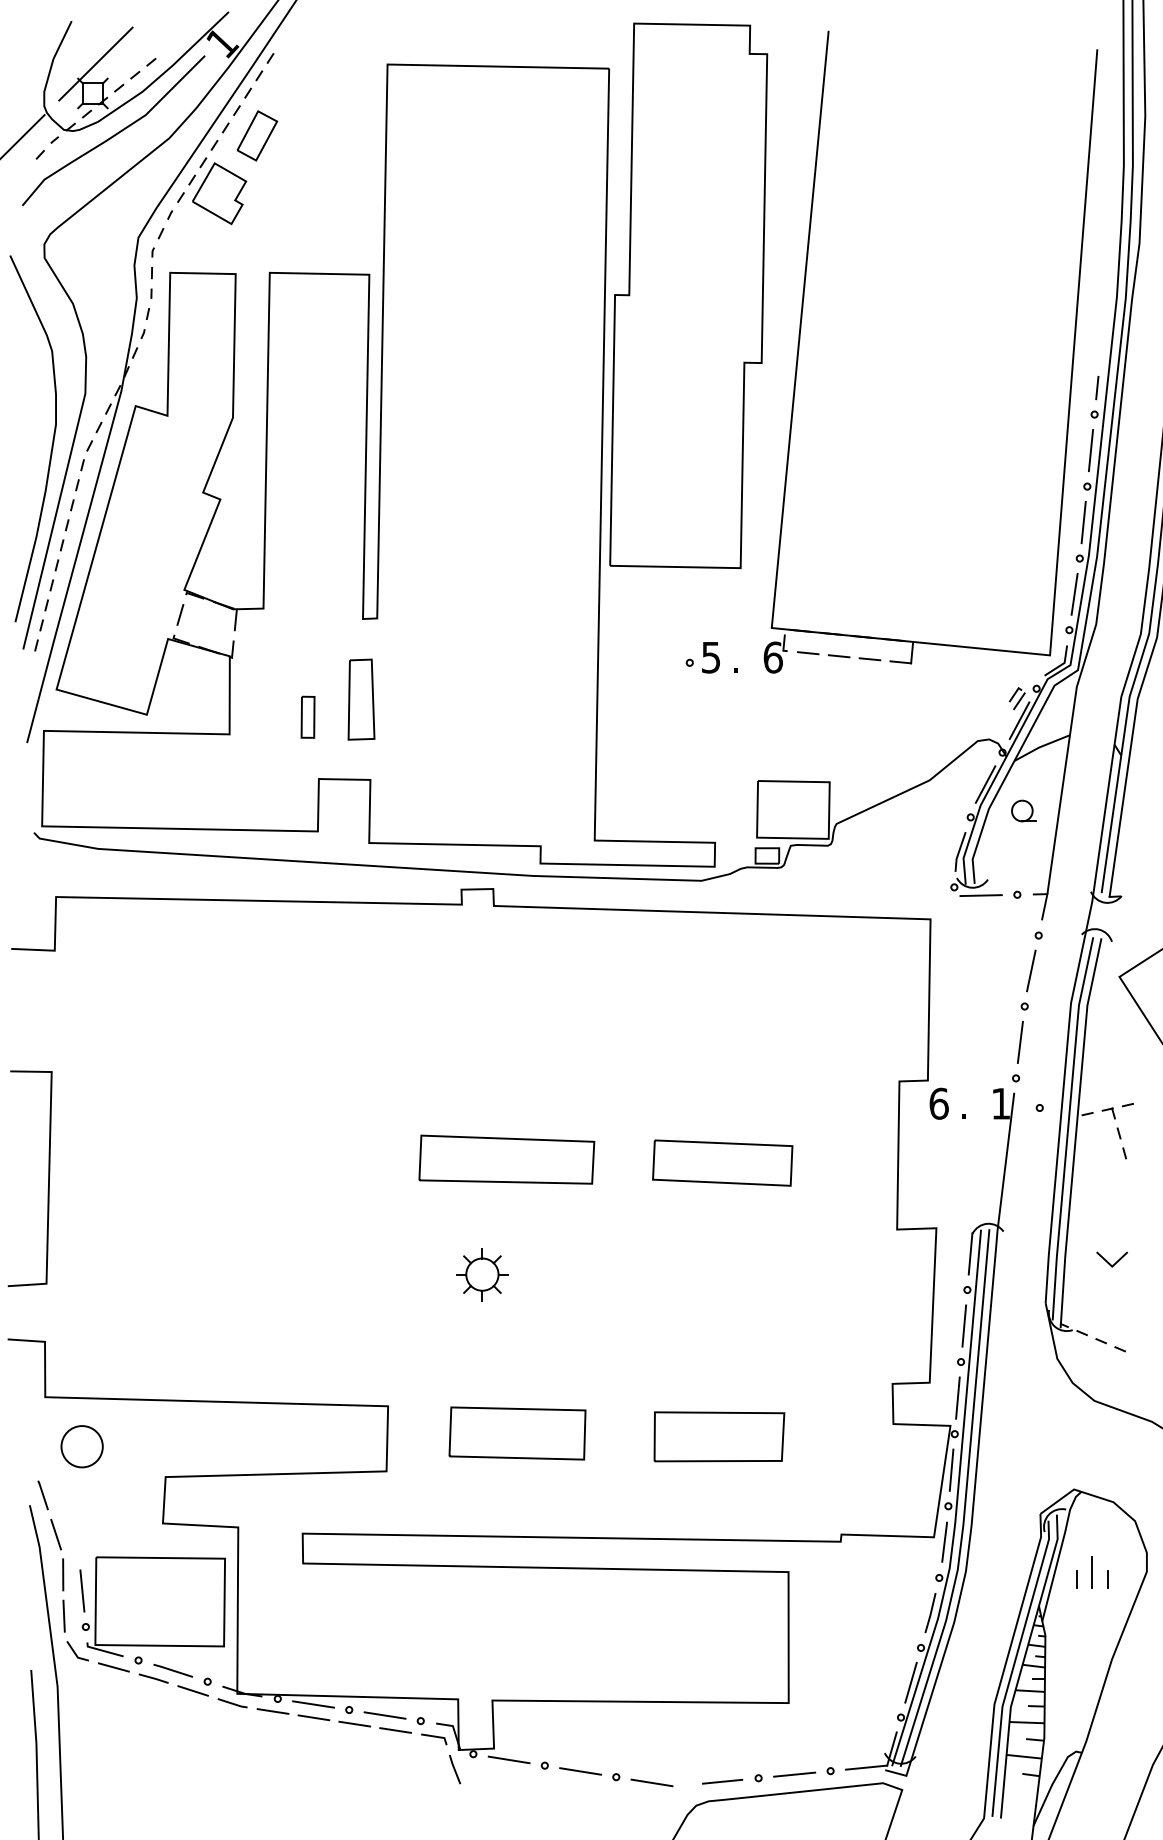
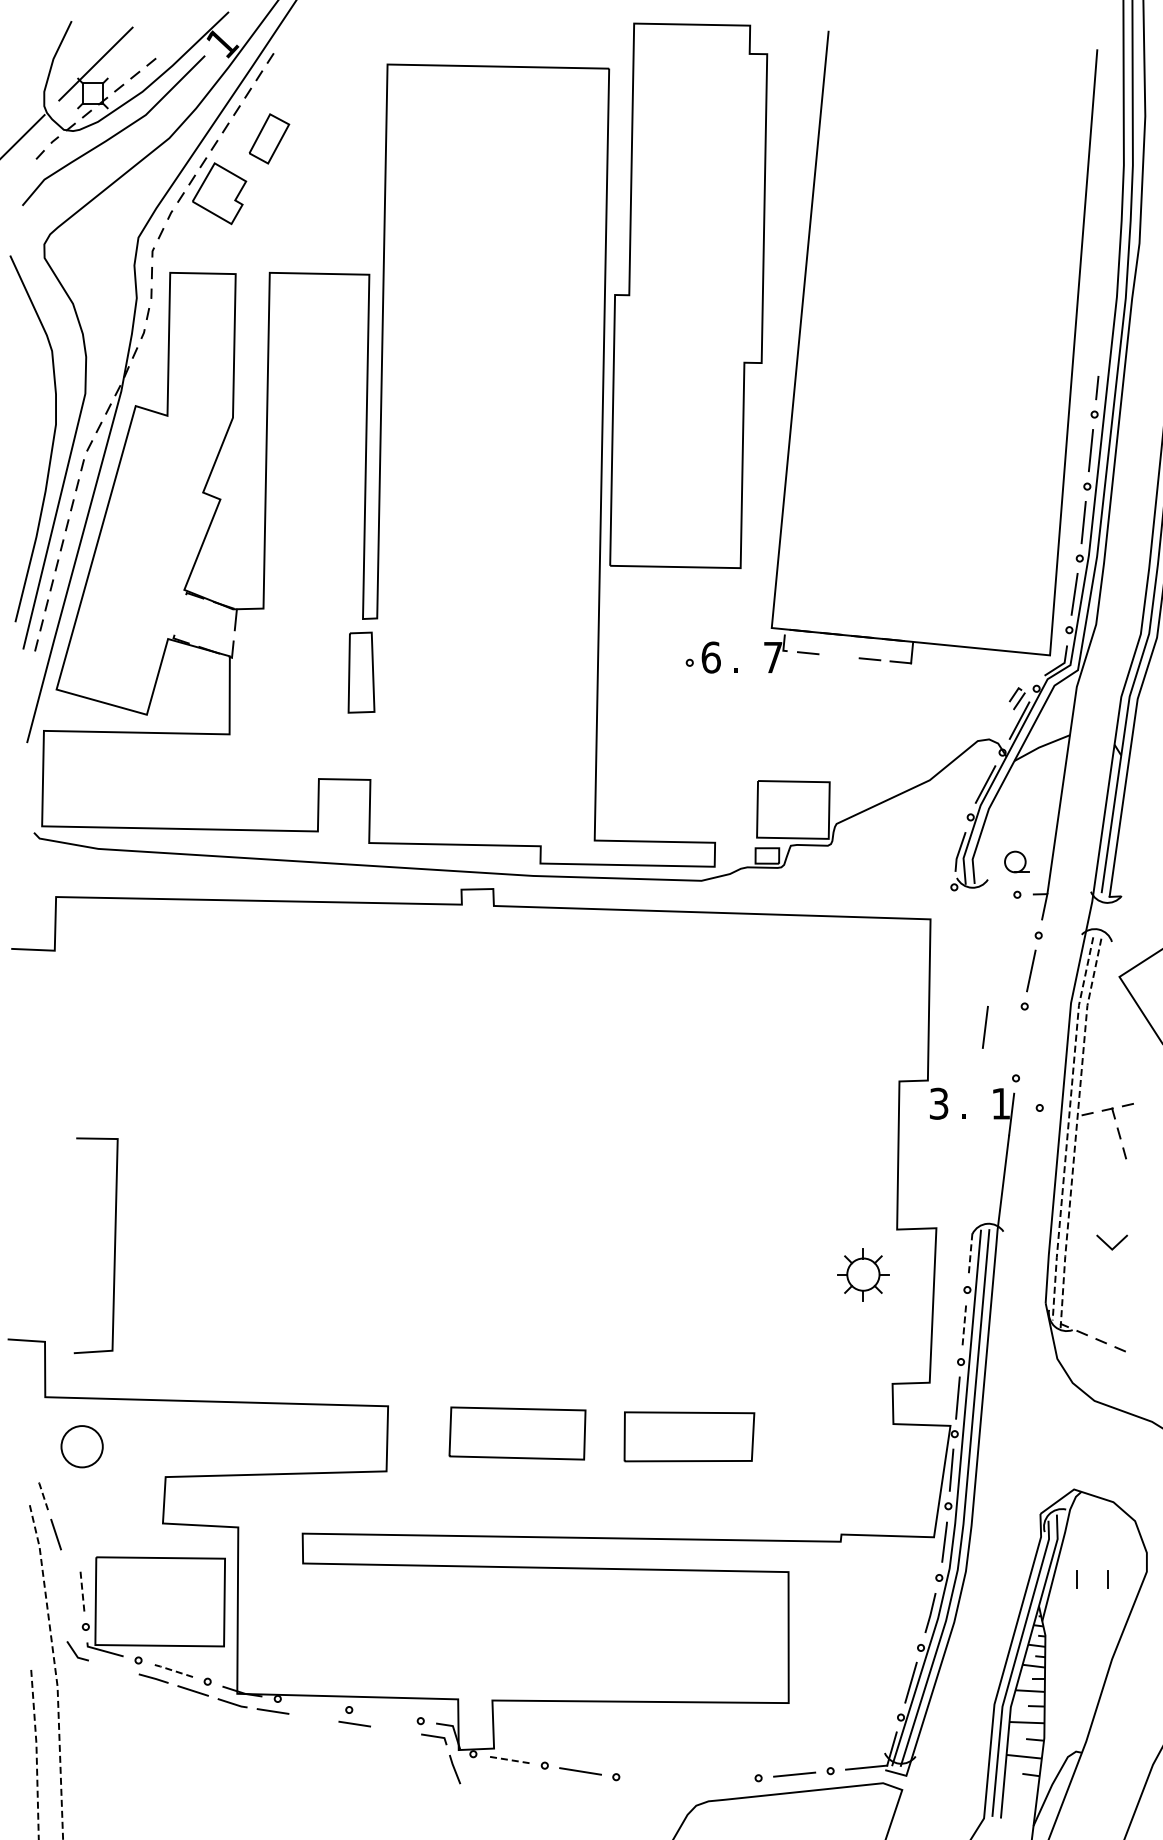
part at (257, 135) position: (257, 135) -> (269, 138)
line at (180, 614): present -> none
line at (838, 656): present -> none
text at (710, 657): 5 -> 6
text at (772, 657): 6 -> 7
part at (361, 699) position: (361, 699) -> (361, 672)
part at (307, 716): present -> none
part at (1023, 810) position: (1023, 810) -> (1016, 861)
line at (980, 895): present -> none
line at (1020, 1042) position: (1020, 1042) -> (985, 1027)
text at (938, 1103): 6 -> 3
line at (1068, 1128): solid -> dashed
line at (1076, 1132): solid -> dashed
part at (506, 1159): present -> none
part at (722, 1162): present -> none
line at (48, 1178) position: (48, 1178) -> (114, 1245)
line at (970, 1253): solid -> dashed
line at (1108, 1261) position: (1108, 1261) -> (1108, 1244)
part at (482, 1274) position: (482, 1274) -> (863, 1274)
line at (964, 1326): solid -> dashed
part at (719, 1436) position: (719, 1436) -> (689, 1436)
line at (42, 1494): solid -> dashed
line at (1092, 1571): present -> none
line at (63, 1574): present -> none
line at (82, 1590): solid -> dashed
line at (63, 1615): present -> none
line at (113, 1667): present -> none
line at (172, 1670): solid -> dashed
line at (55, 1671): solid -> dashed
line at (313, 1704): present -> none
line at (384, 1715): present -> none
line at (313, 1717): present -> none
line at (395, 1730): present -> none
line at (36, 1754): solid -> dashed
line at (509, 1759): solid -> dashed
line at (722, 1781): present -> none
line at (651, 1782): present -> none
